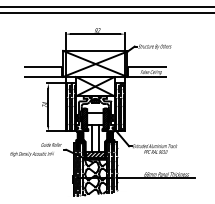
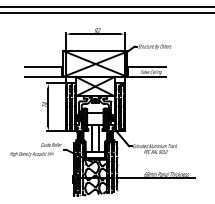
hatch at (94, 155): present -> none
